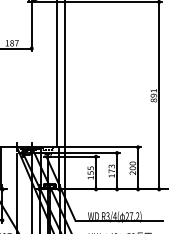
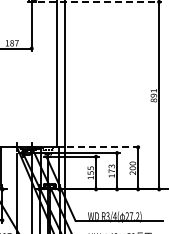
line at (99, 1): solid -> dashed
line at (103, 147): solid -> dashed
